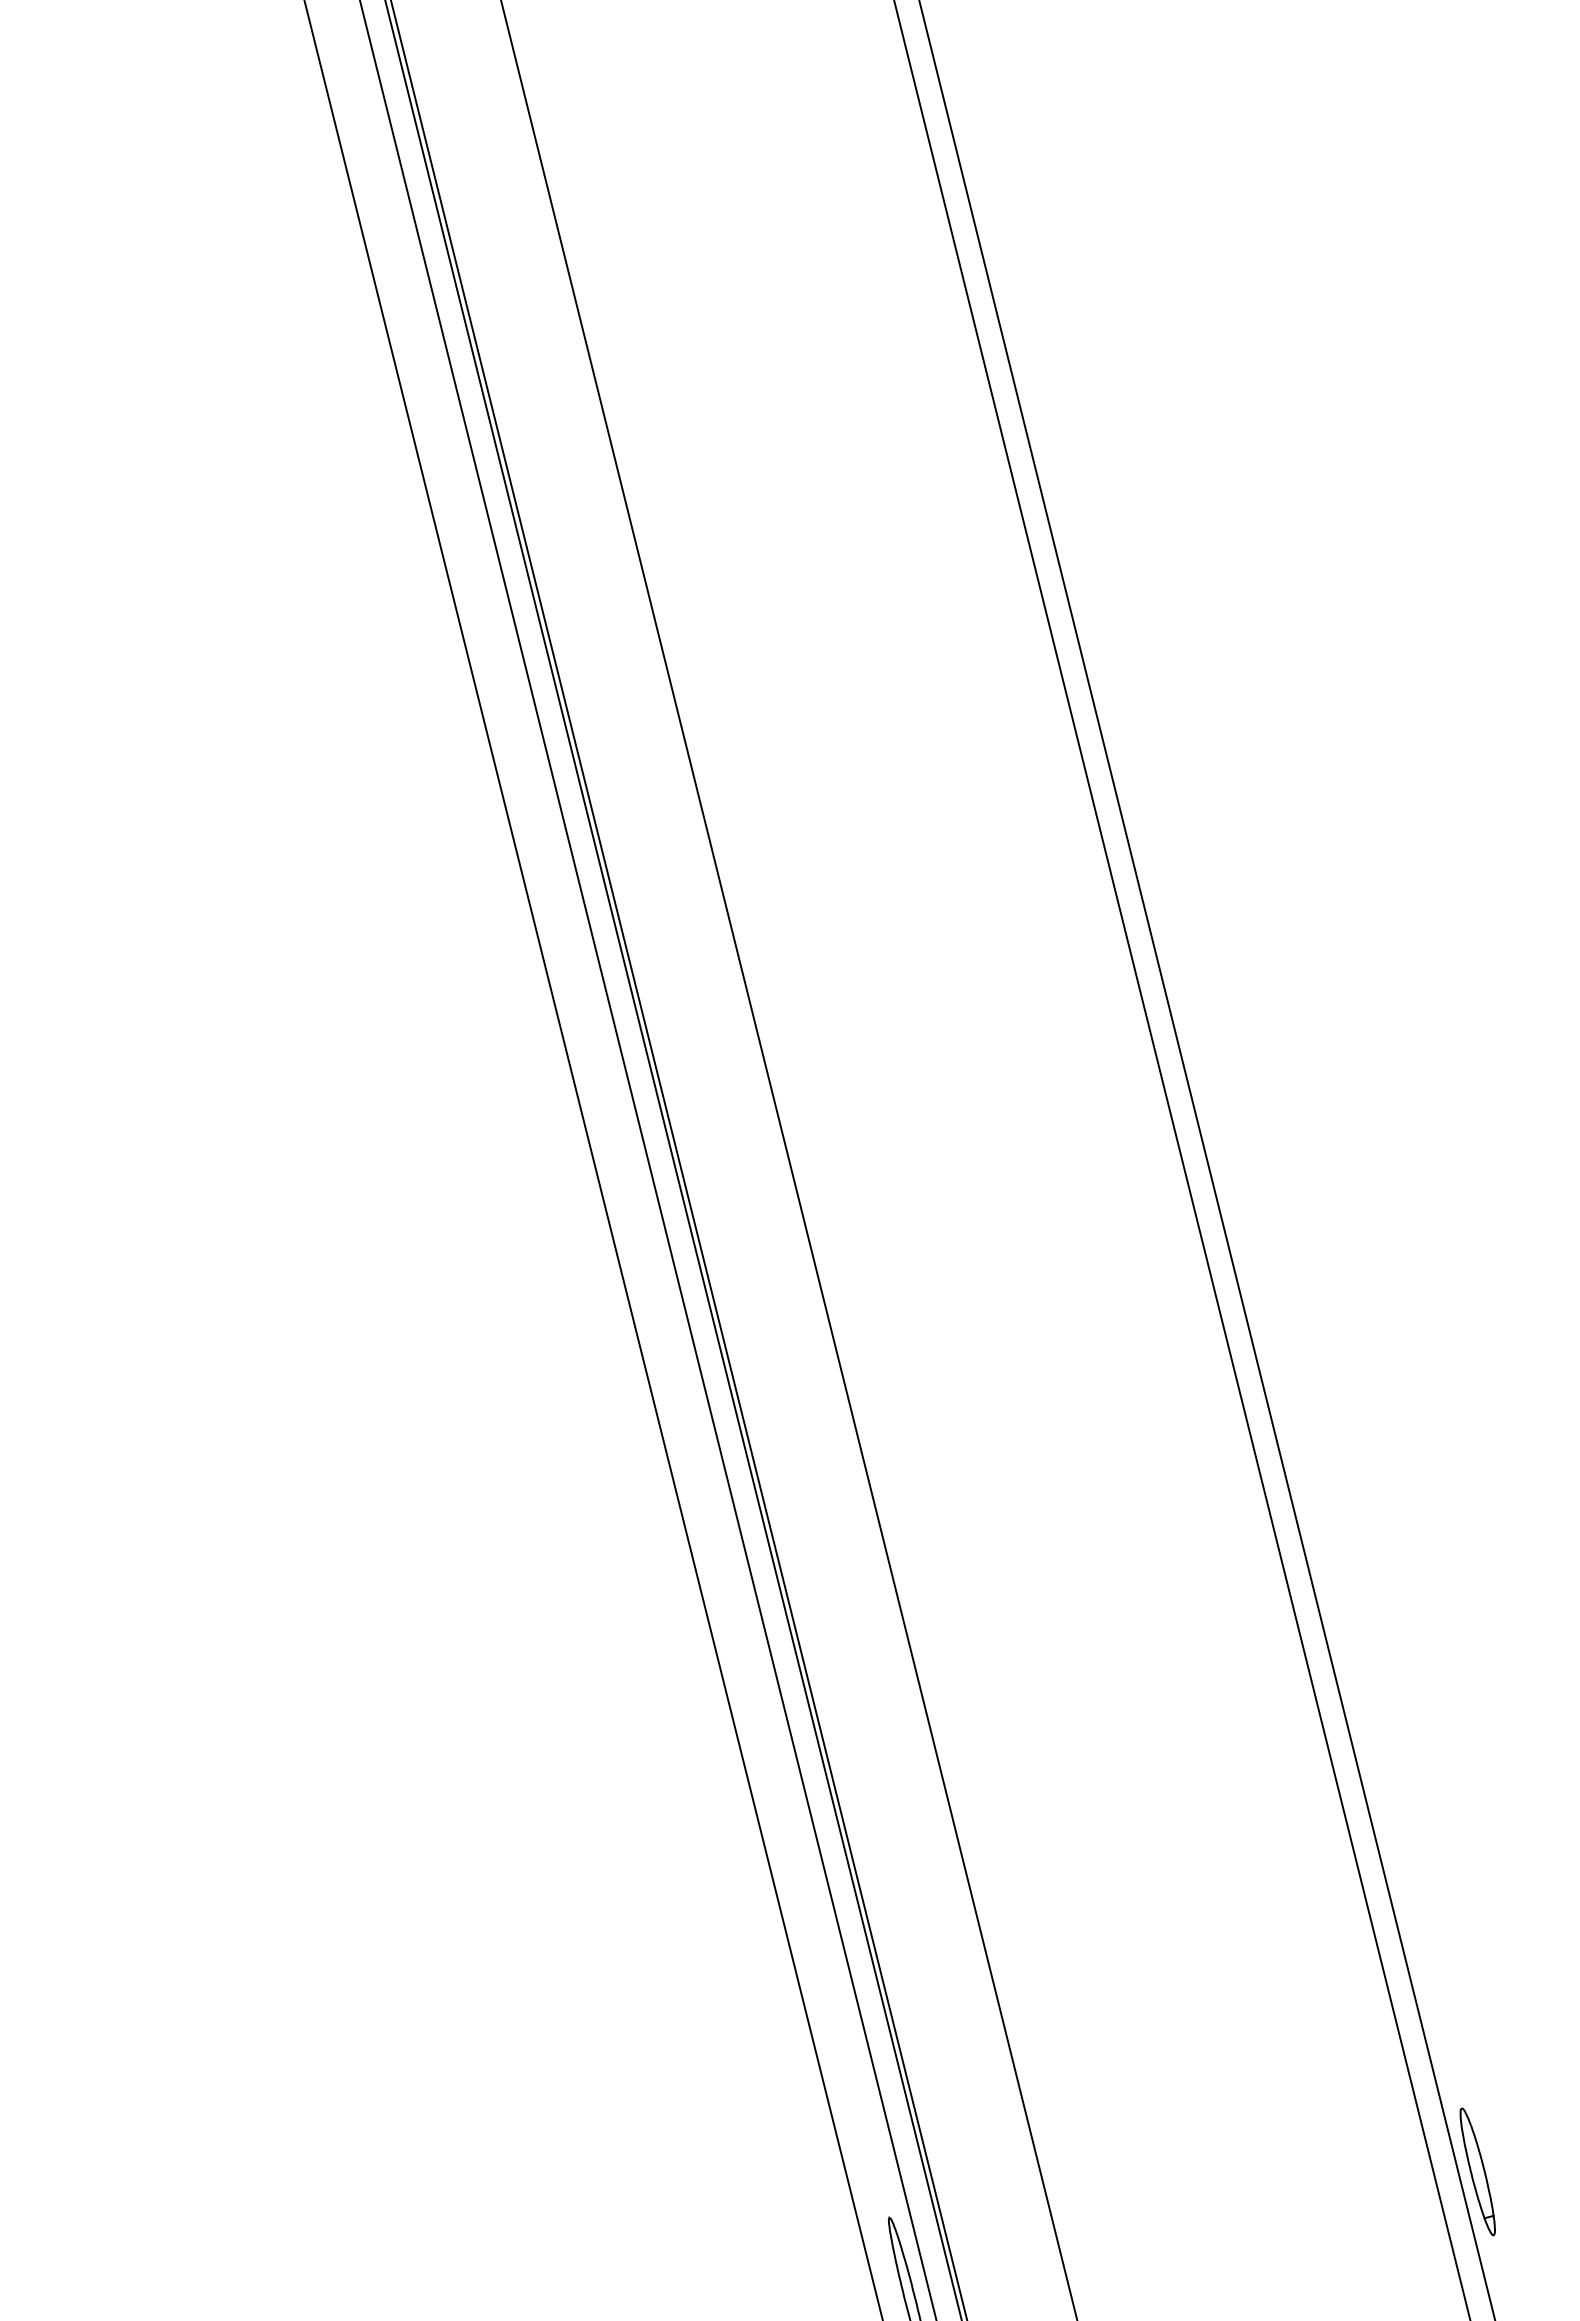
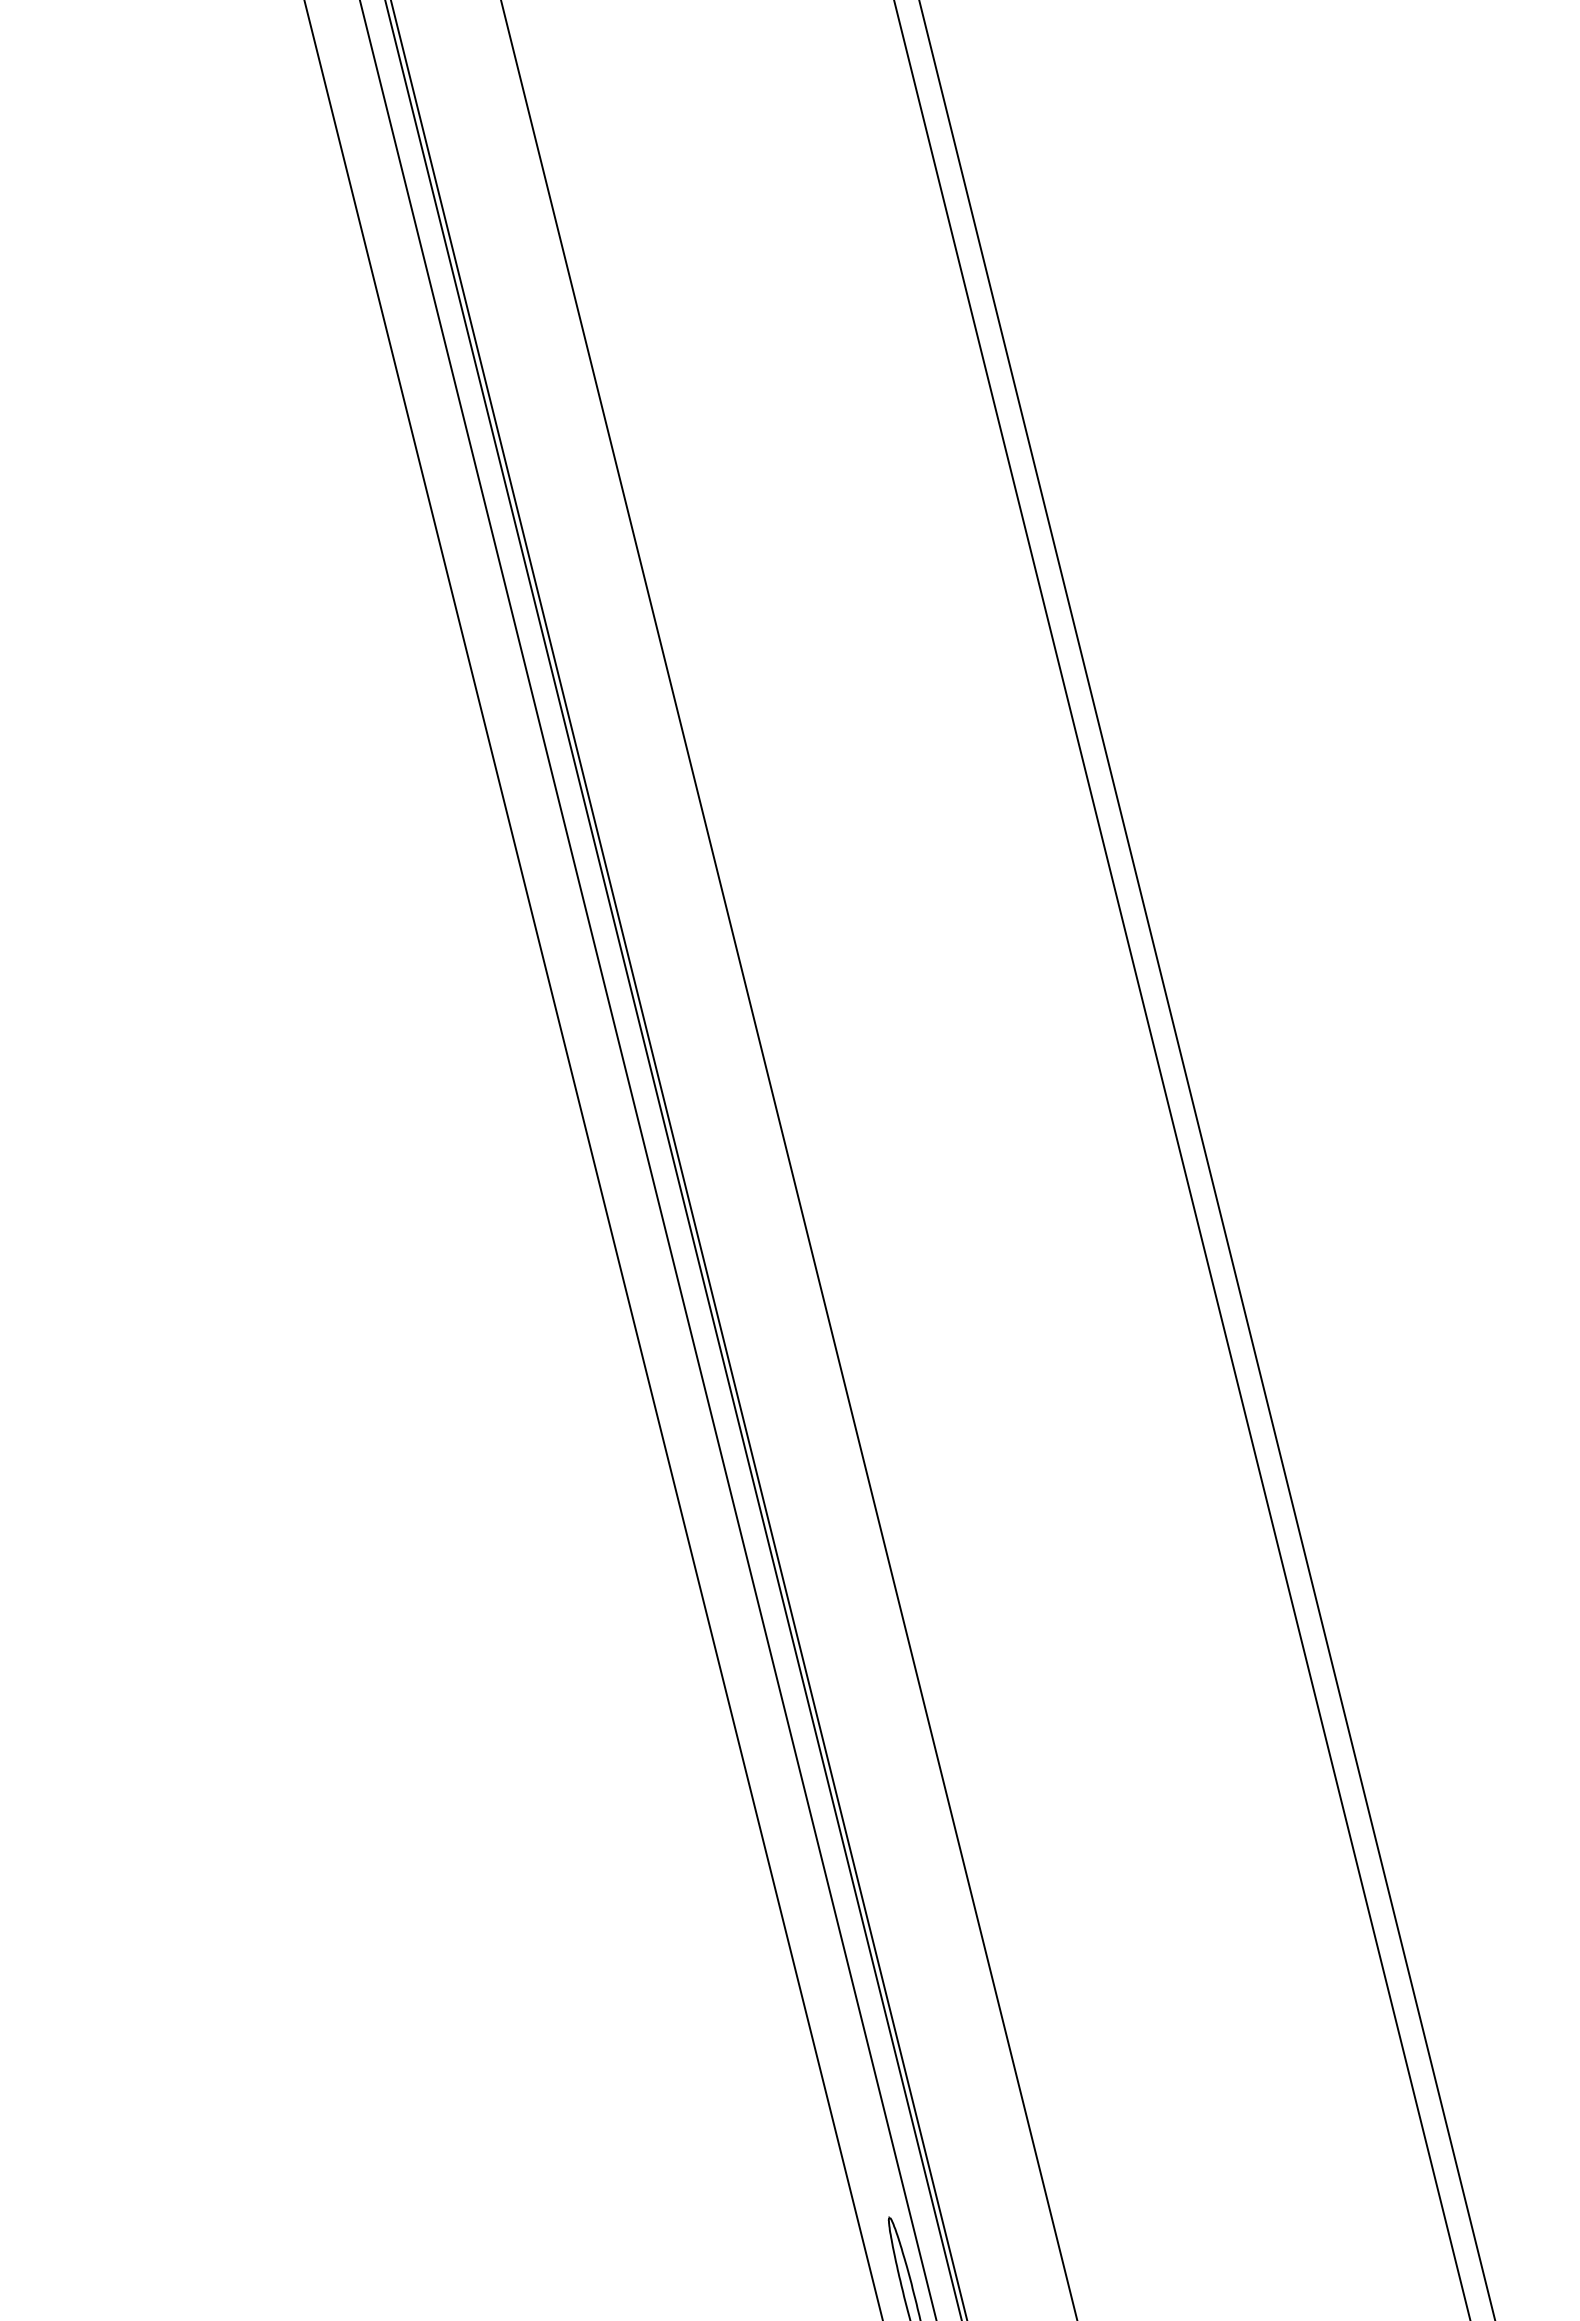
part at (1477, 2171): present -> none
